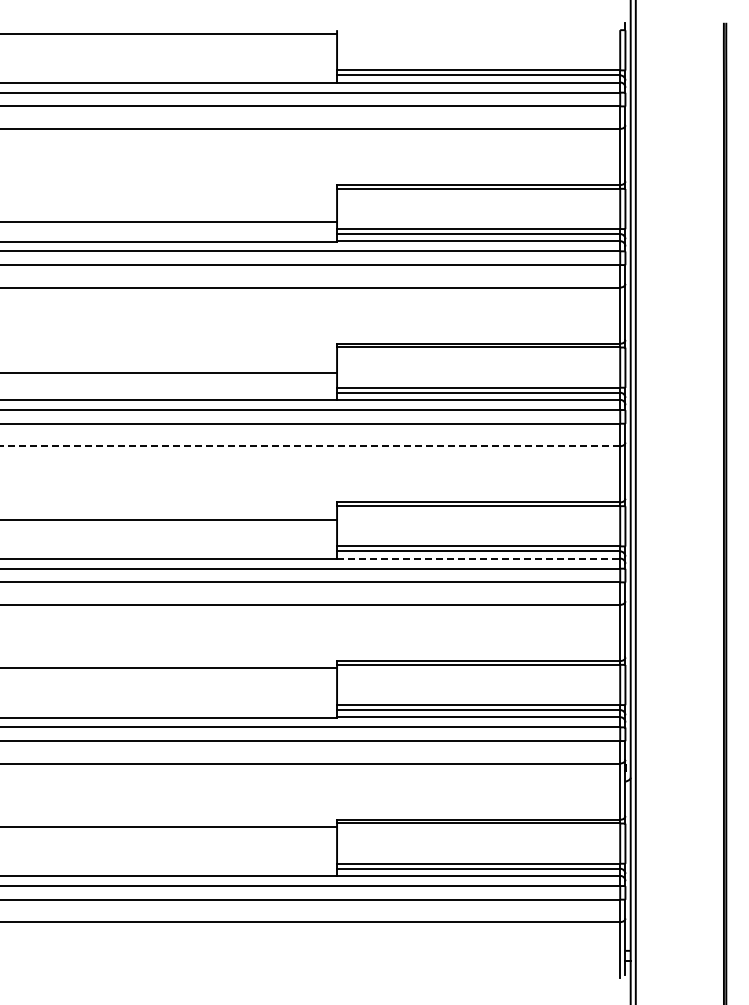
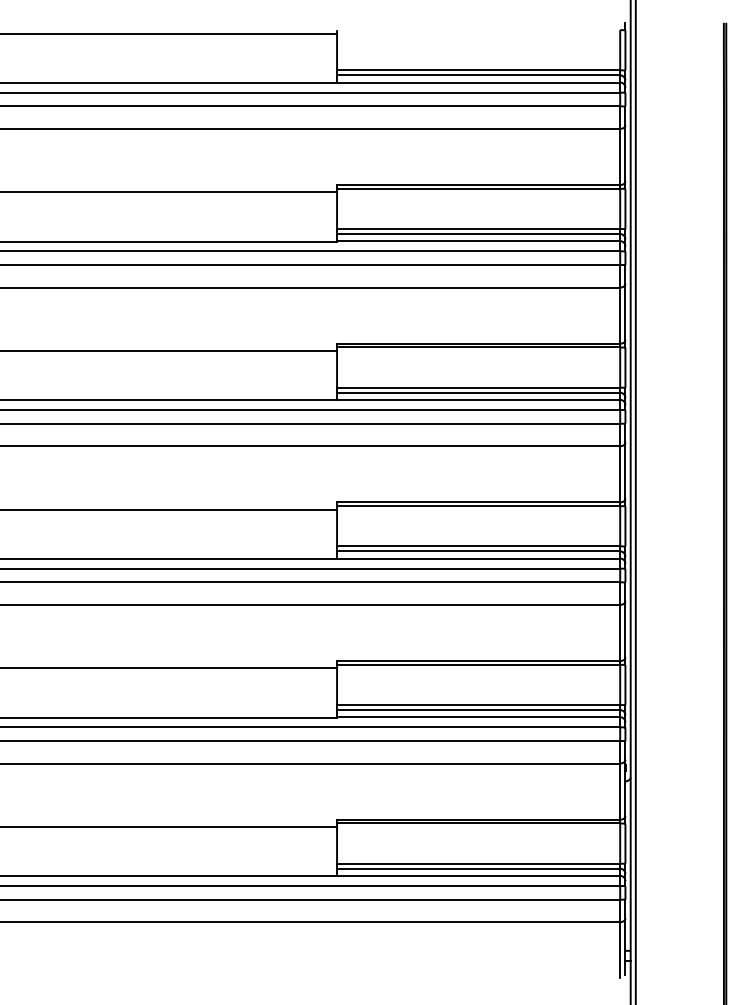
line at (169, 222) position: (169, 222) -> (169, 192)
line at (169, 373) position: (169, 373) -> (169, 351)
line at (309, 446): dashed -> solid
line at (169, 519) position: (169, 519) -> (169, 509)
line at (478, 558): dashed -> solid
